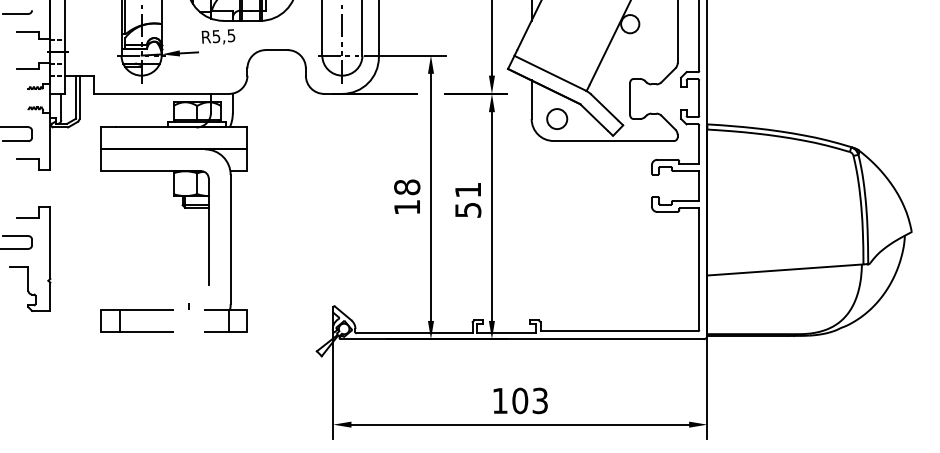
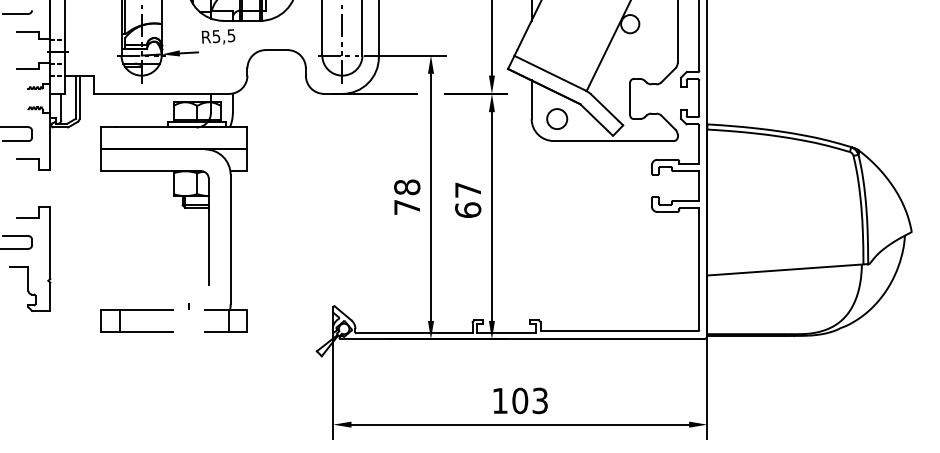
text at (468, 199): 51 -> 67
text at (406, 207): 18 -> 78
